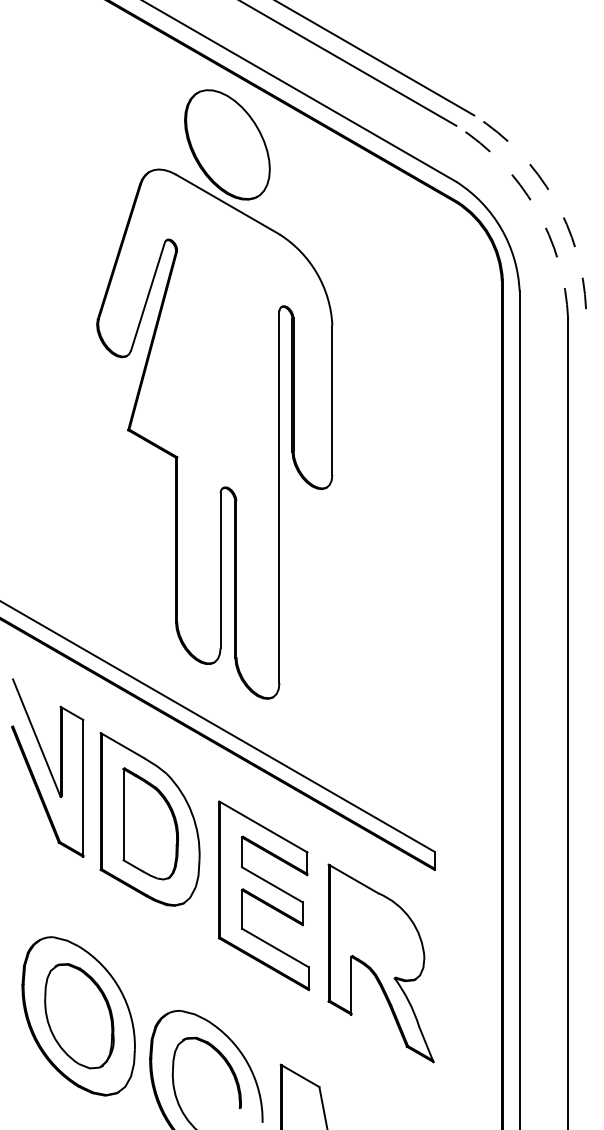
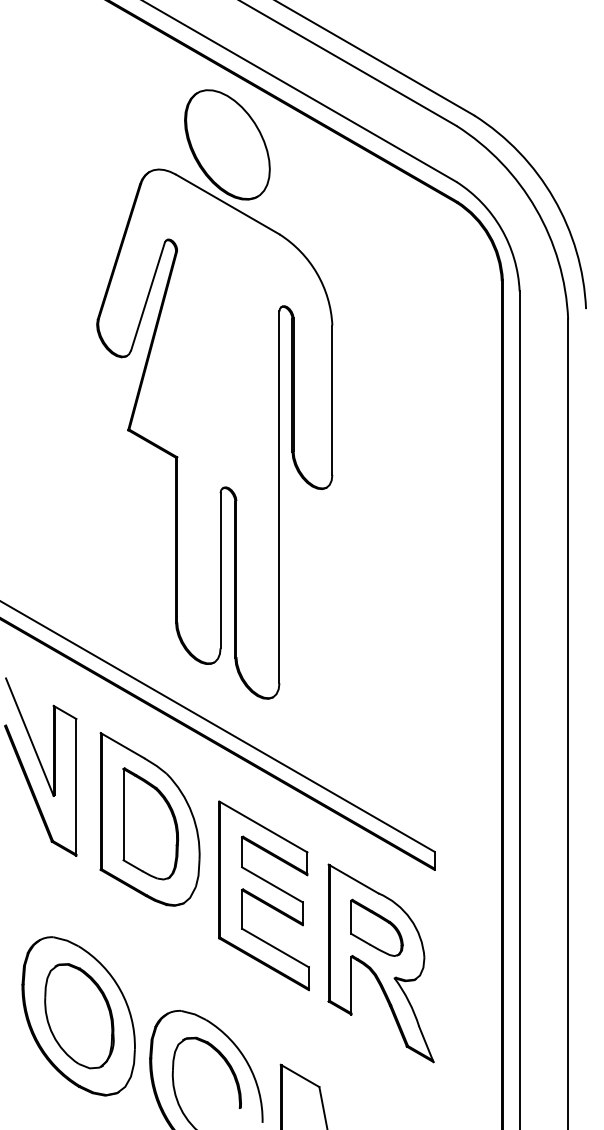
arc at (553, 198): dashed -> solid
arc at (536, 208): dashed -> solid
part at (47, 767) position: (47, 767) -> (40, 766)
part at (376, 927): none -> present
